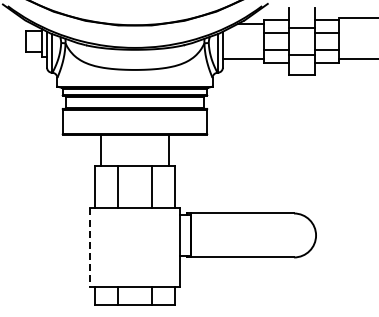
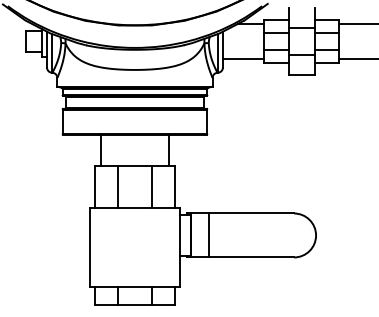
line at (357, 18) position: (357, 18) -> (357, 24)
line at (209, 235): none -> present
line at (89, 248): dashed -> solid
